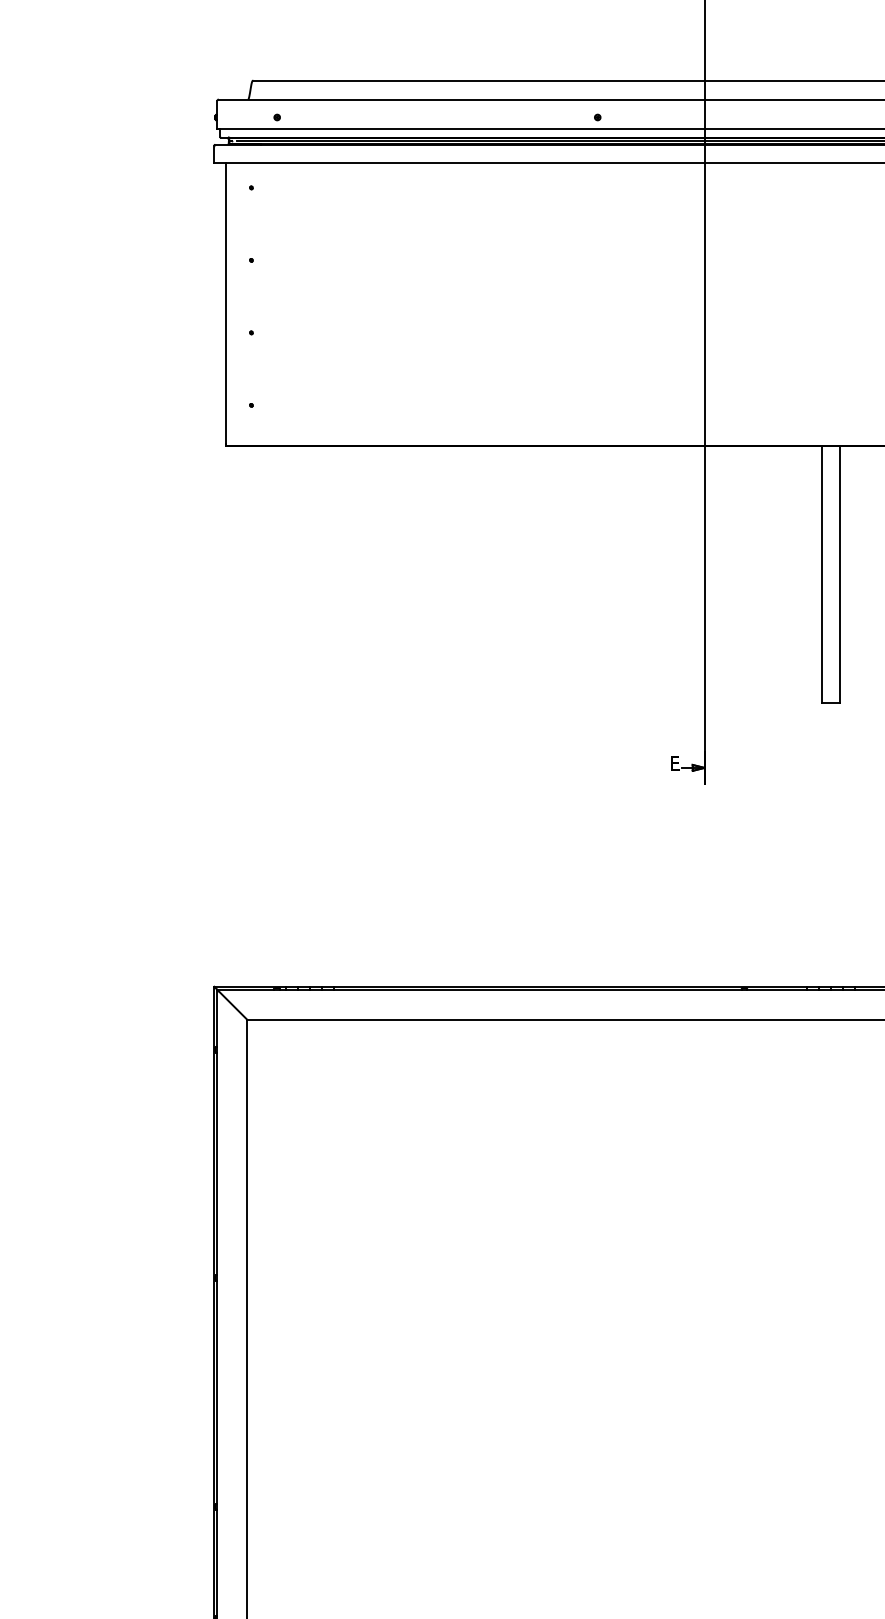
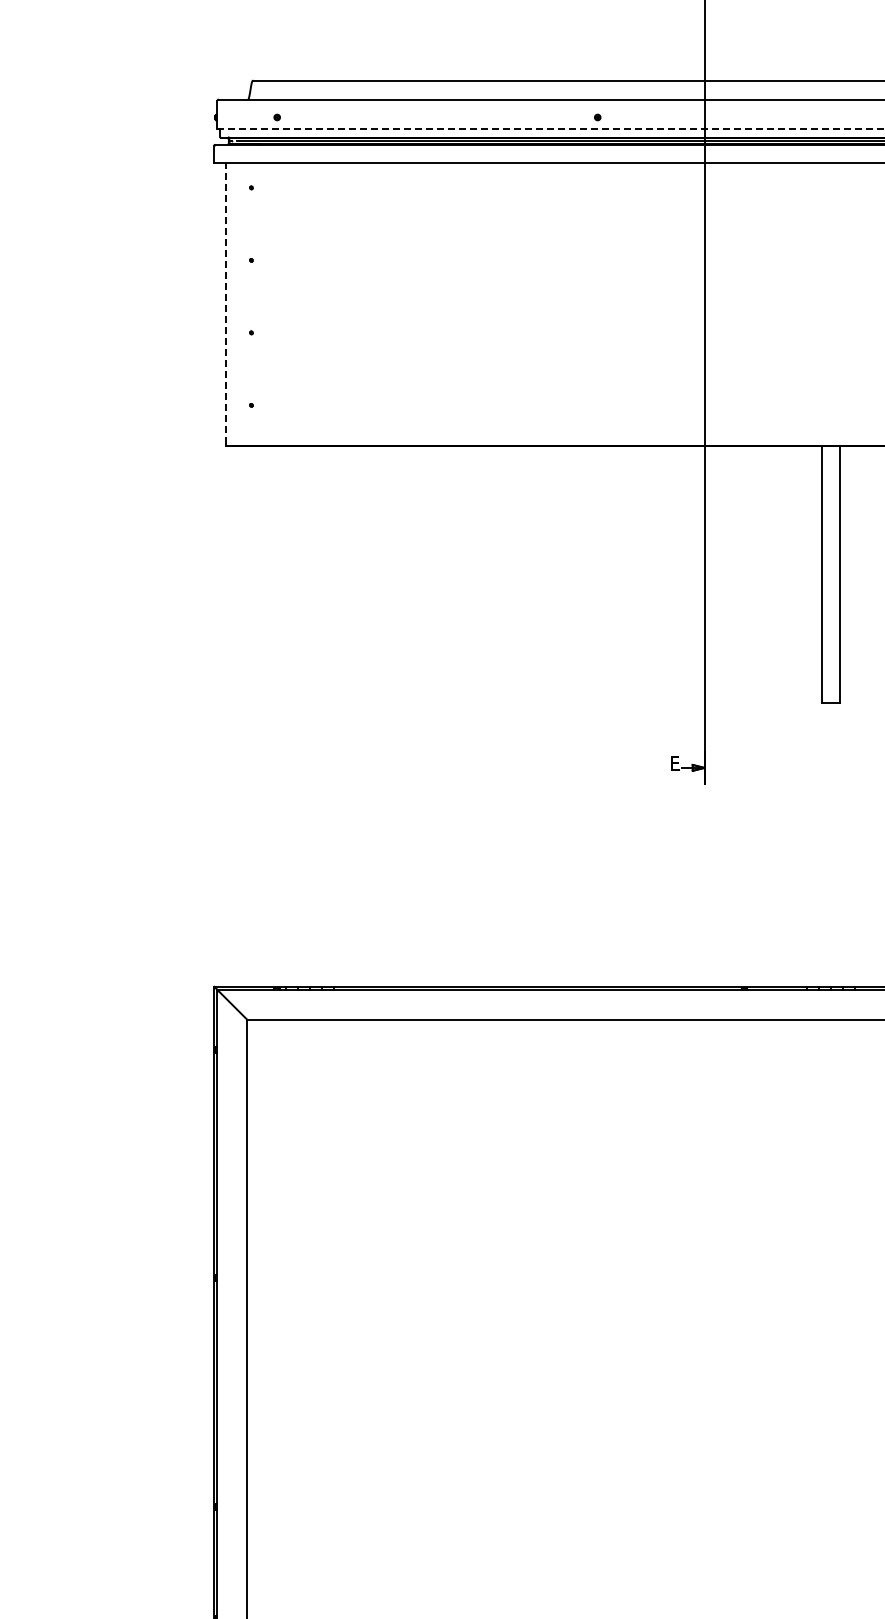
line at (551, 129): solid -> dashed
line at (226, 303): solid -> dashed
